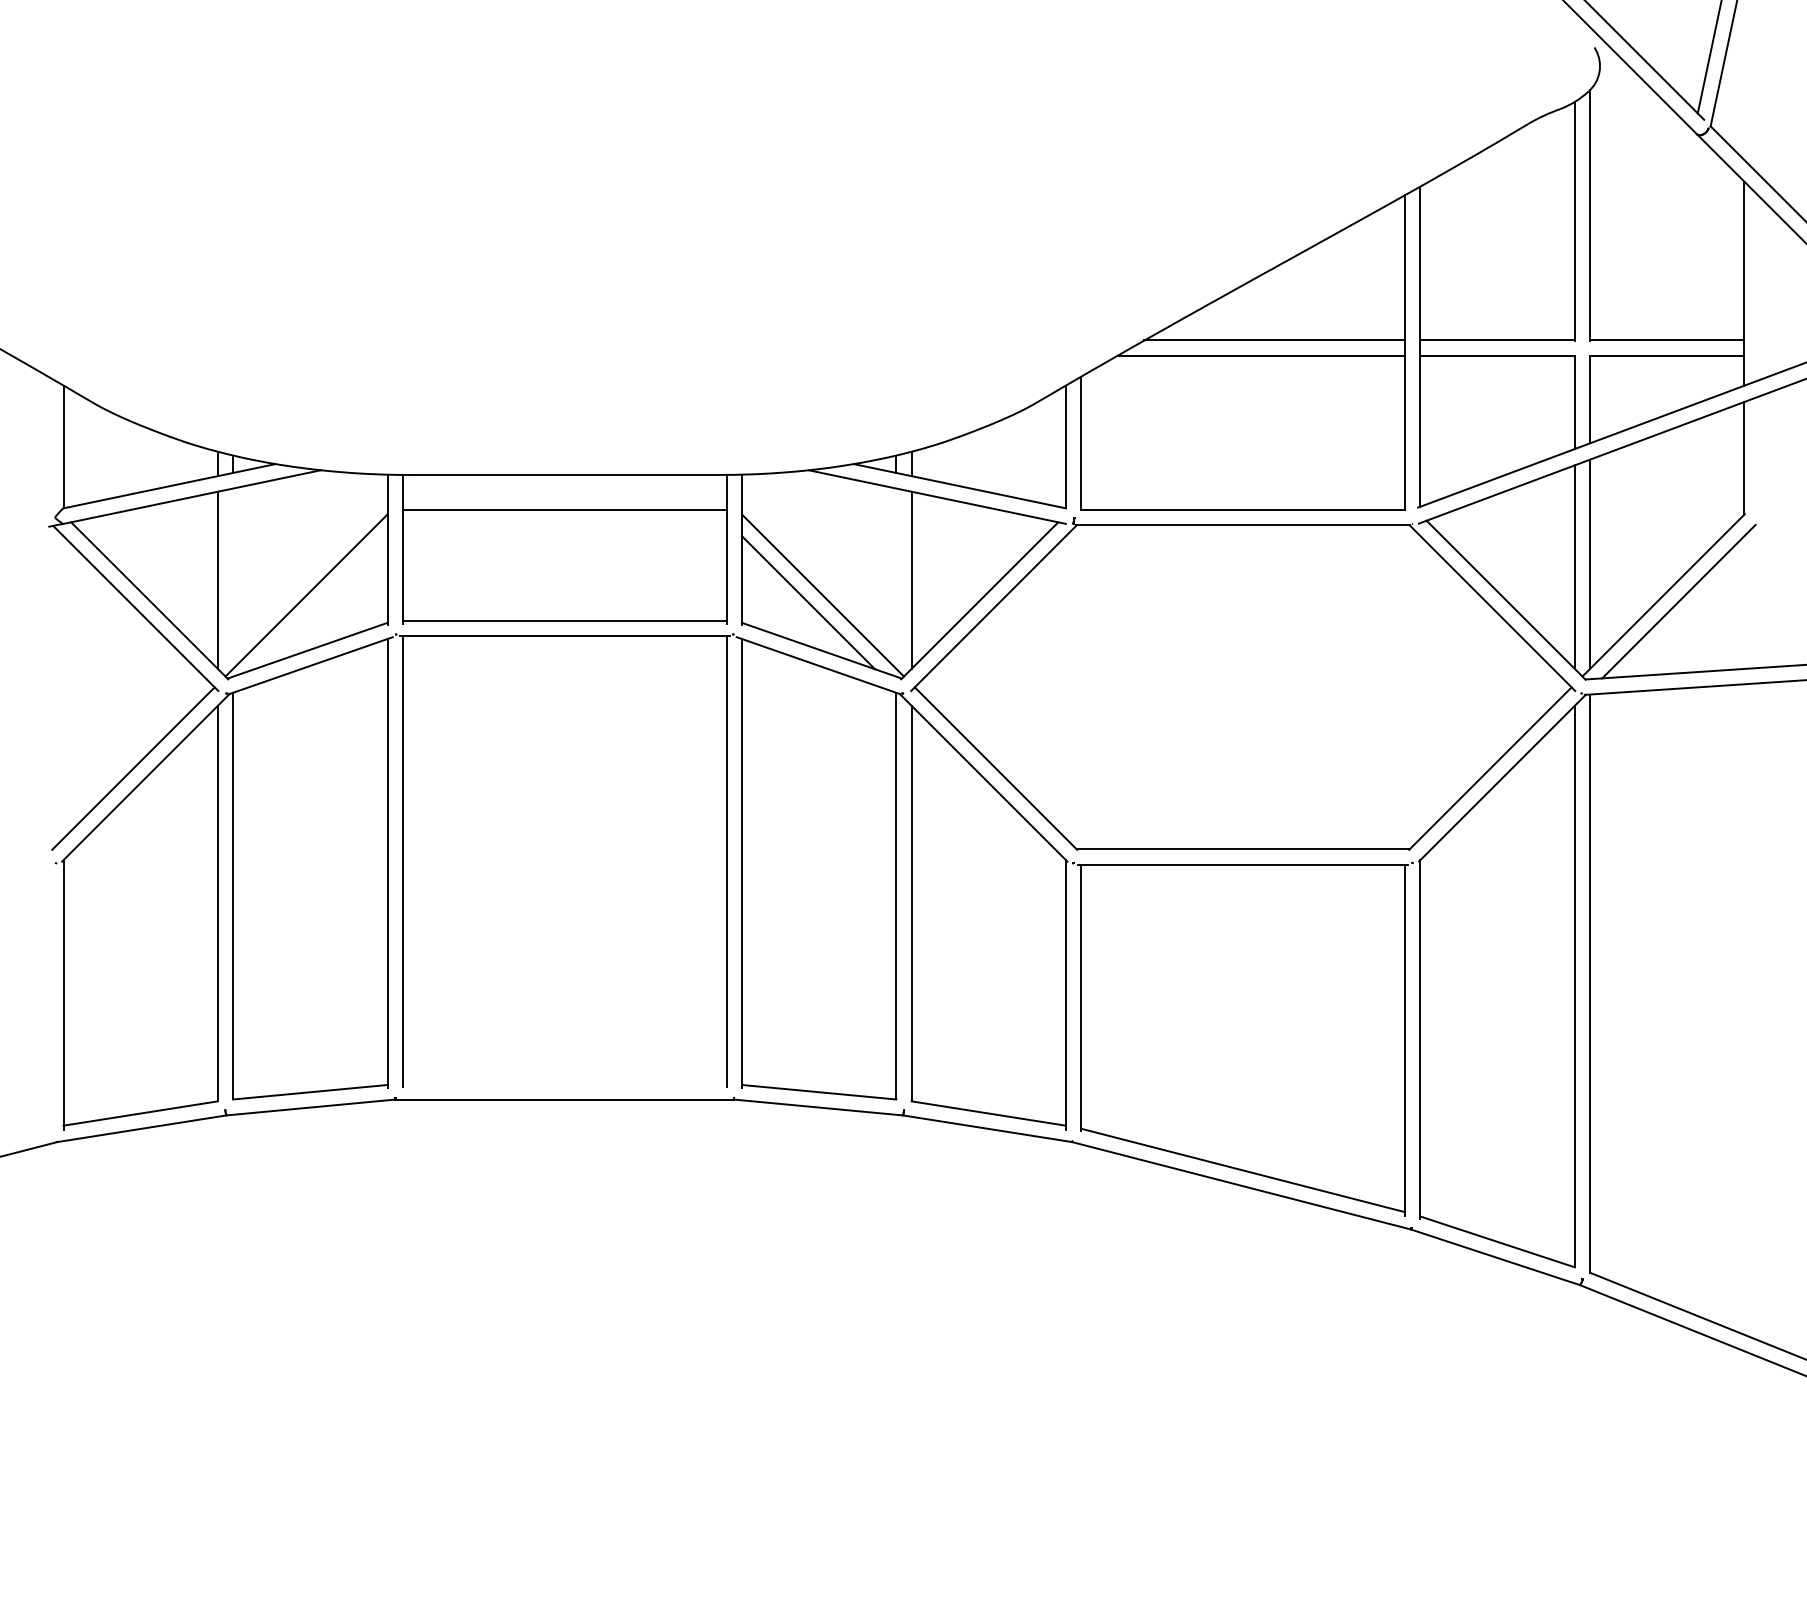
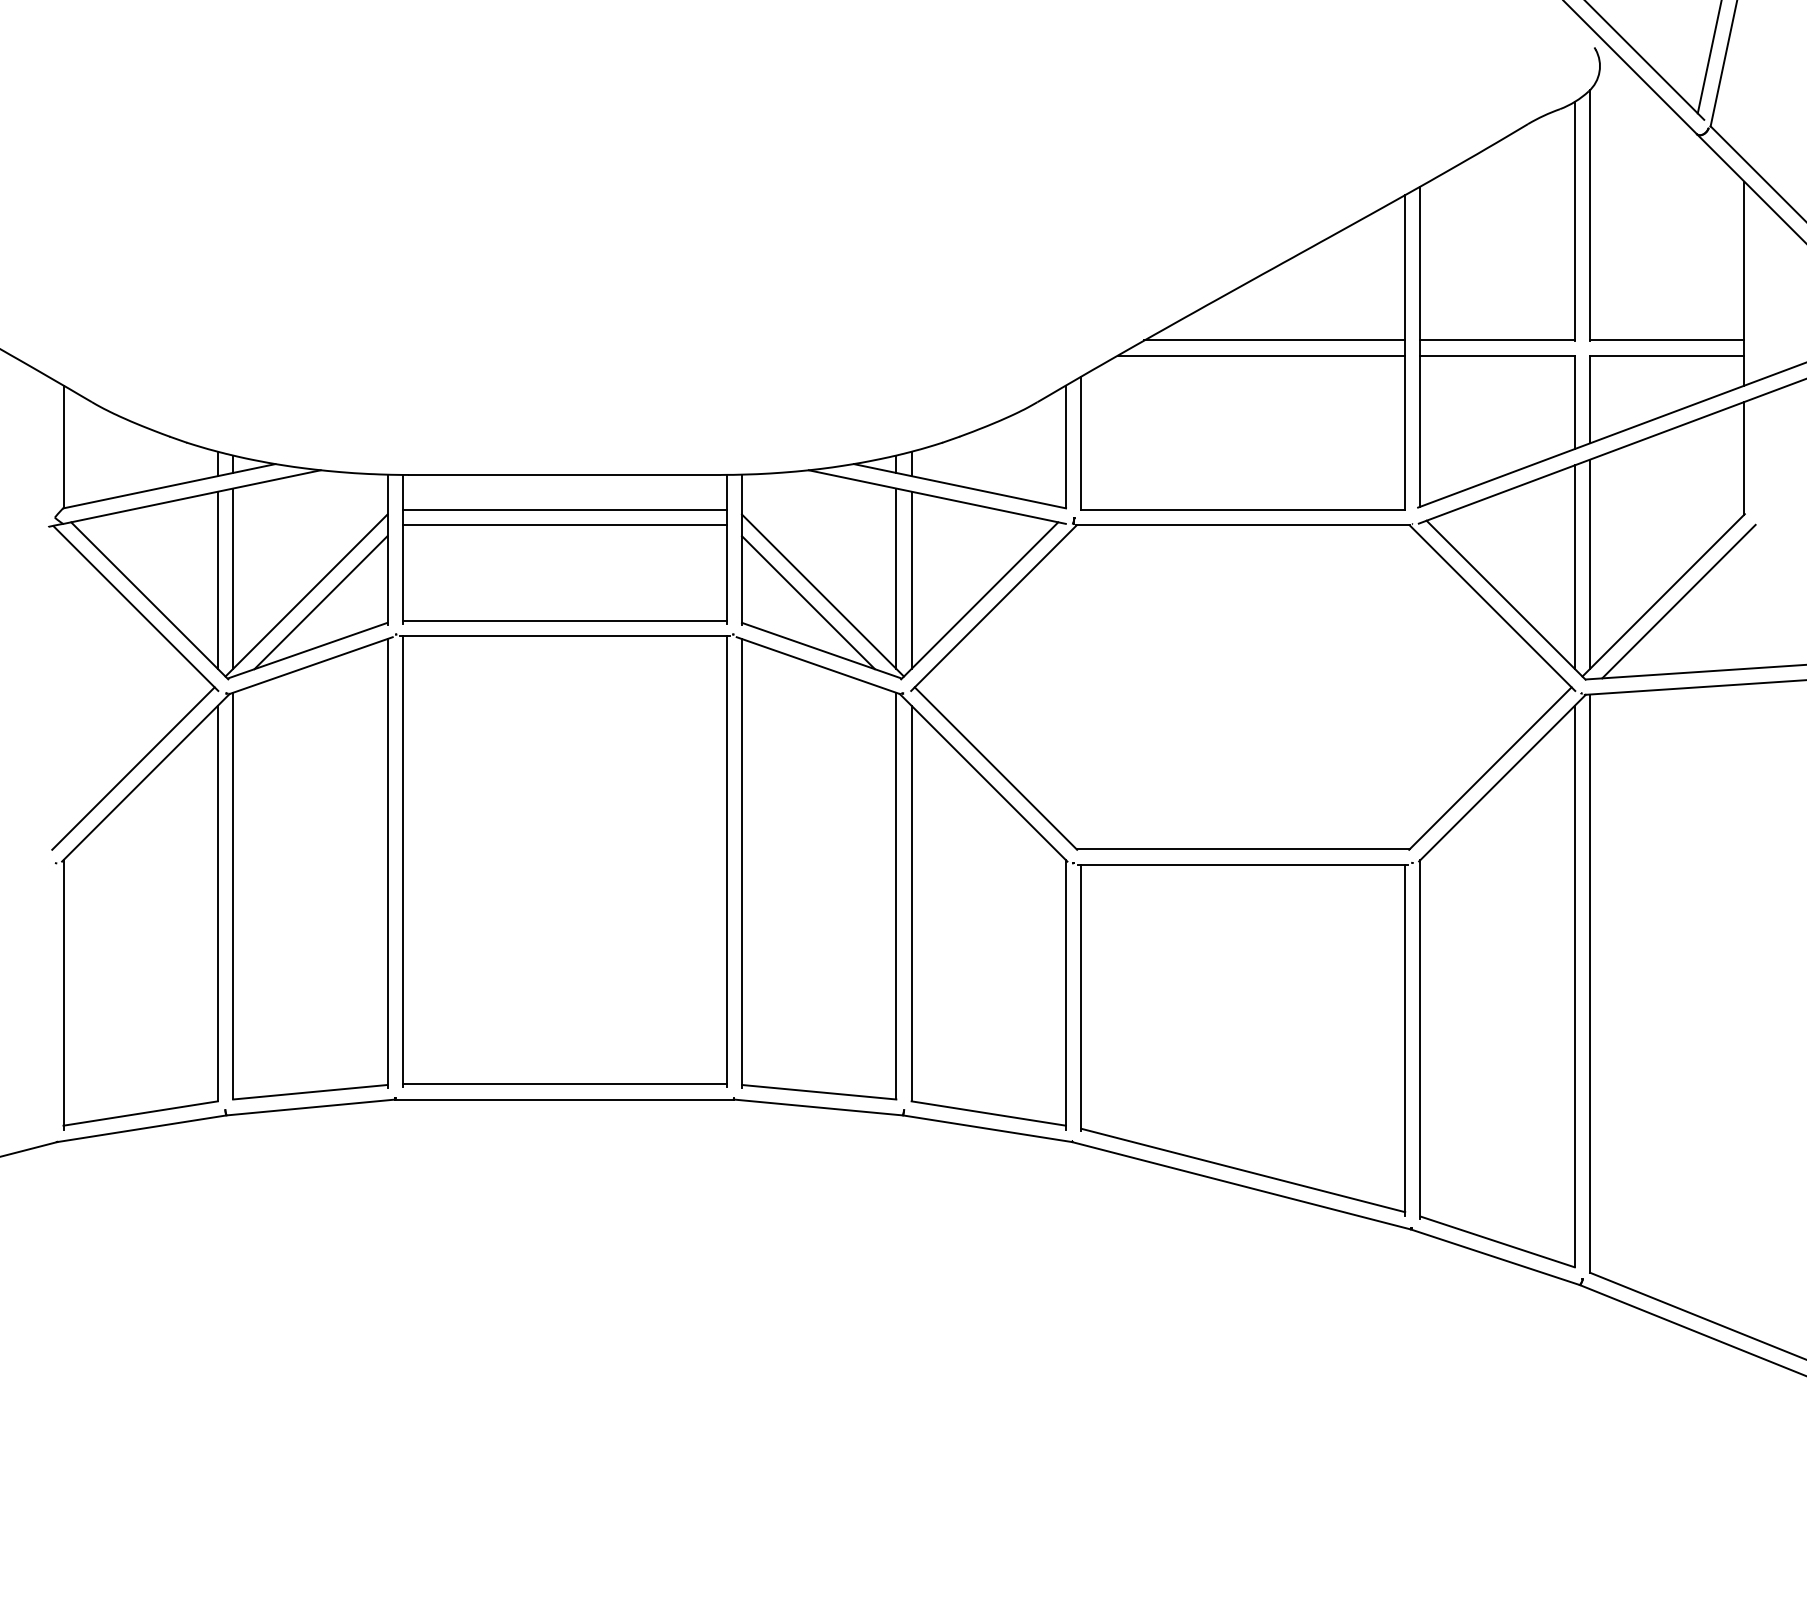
line at (564, 525): none -> present
line at (233, 578): none -> present
line at (896, 578): none -> present
line at (320, 602): none -> present
line at (564, 1084): none -> present
